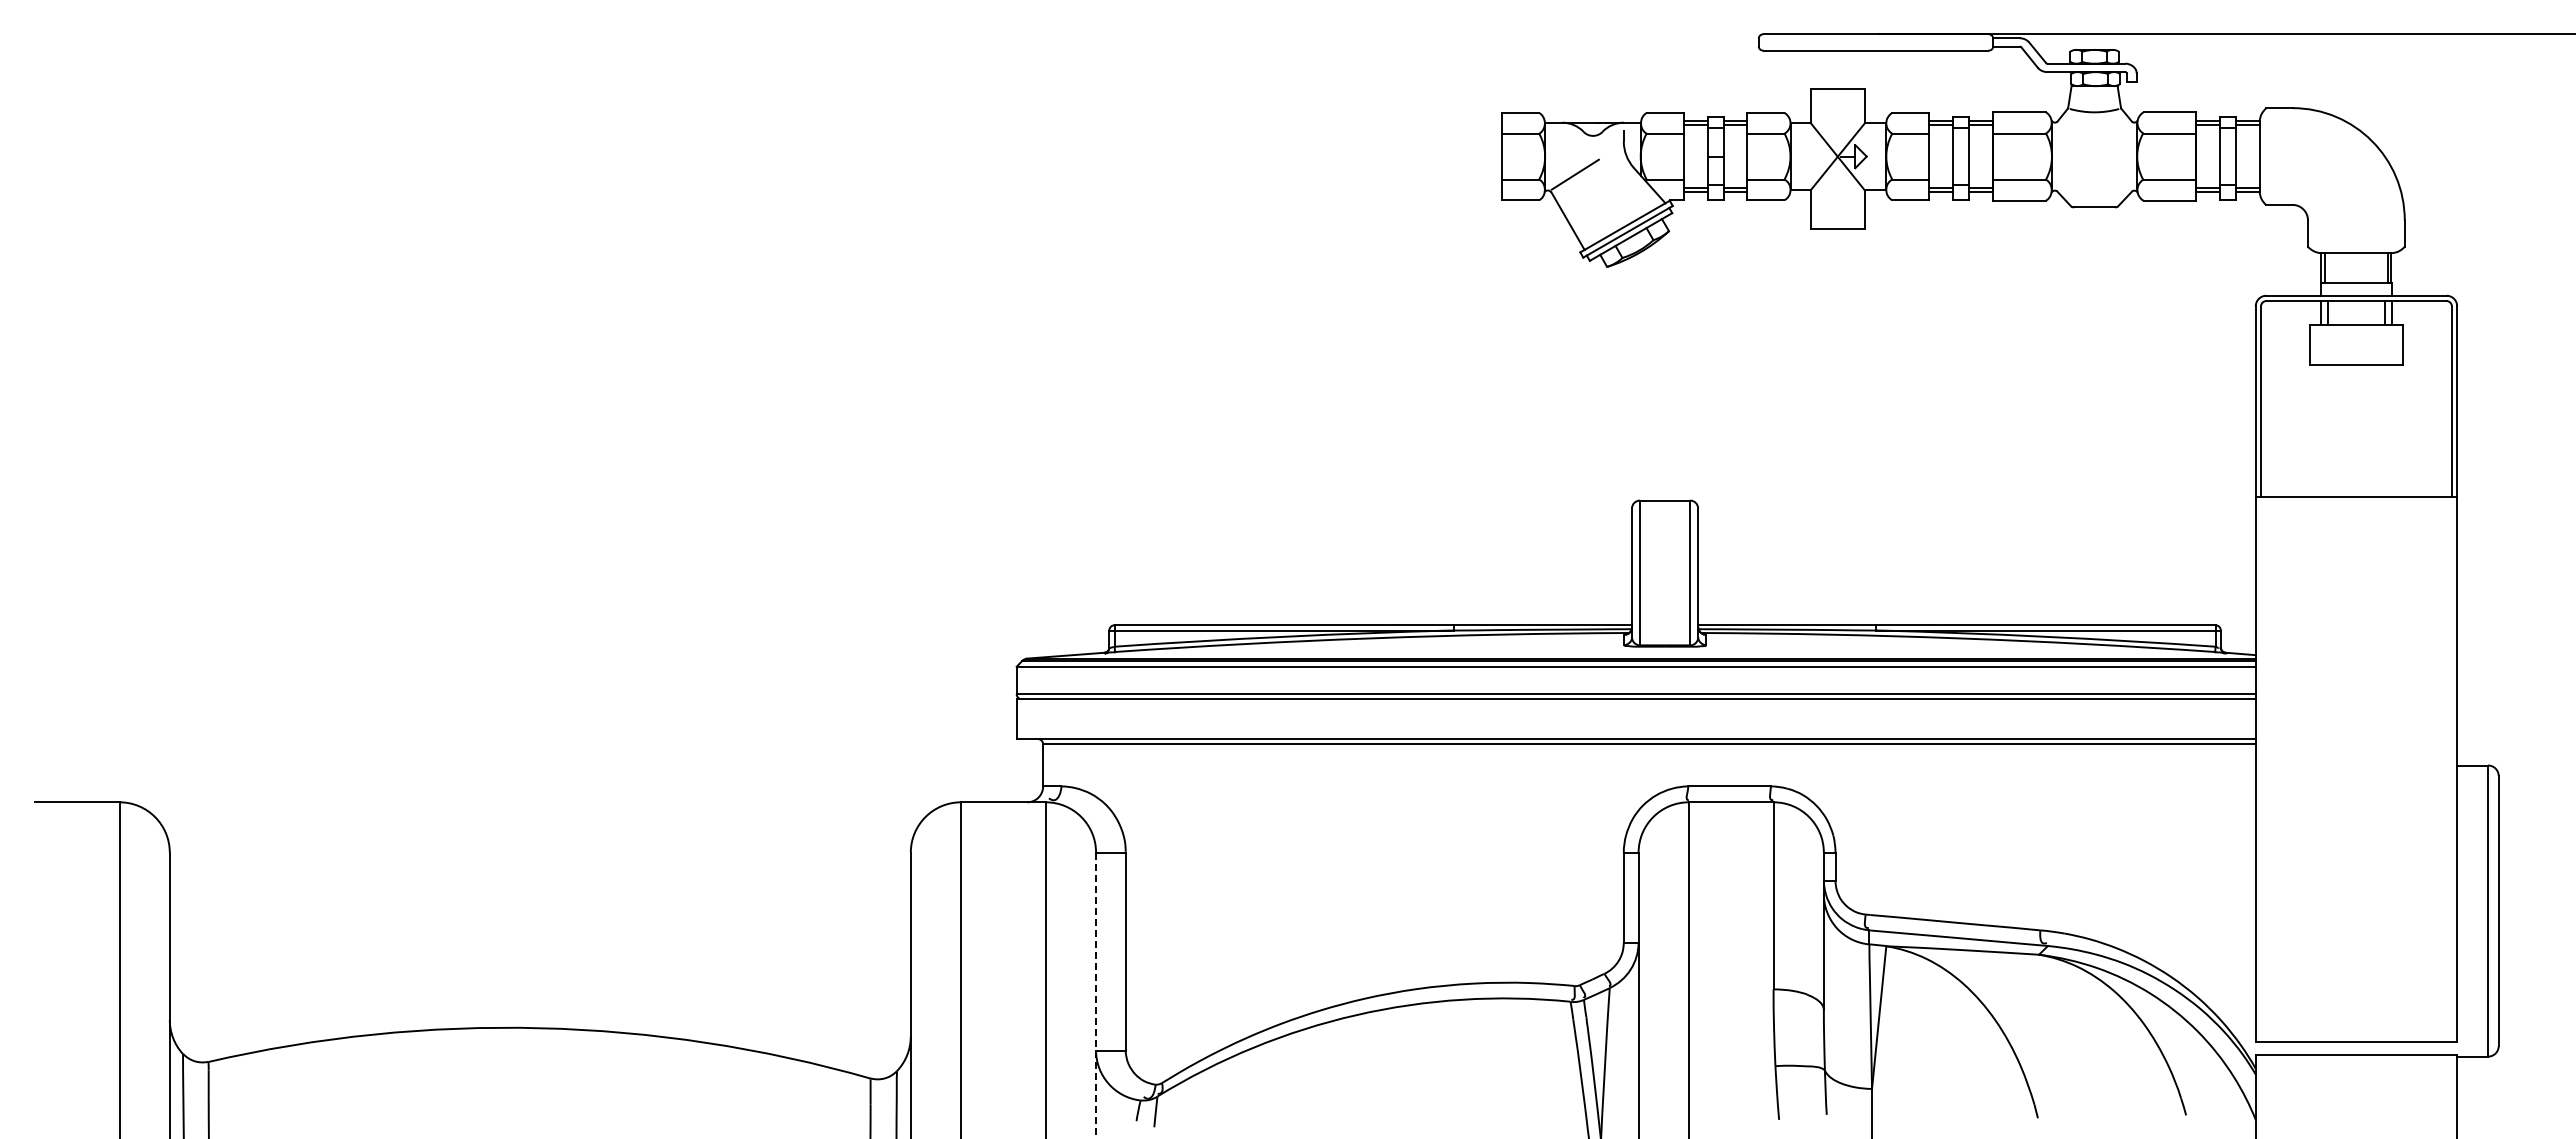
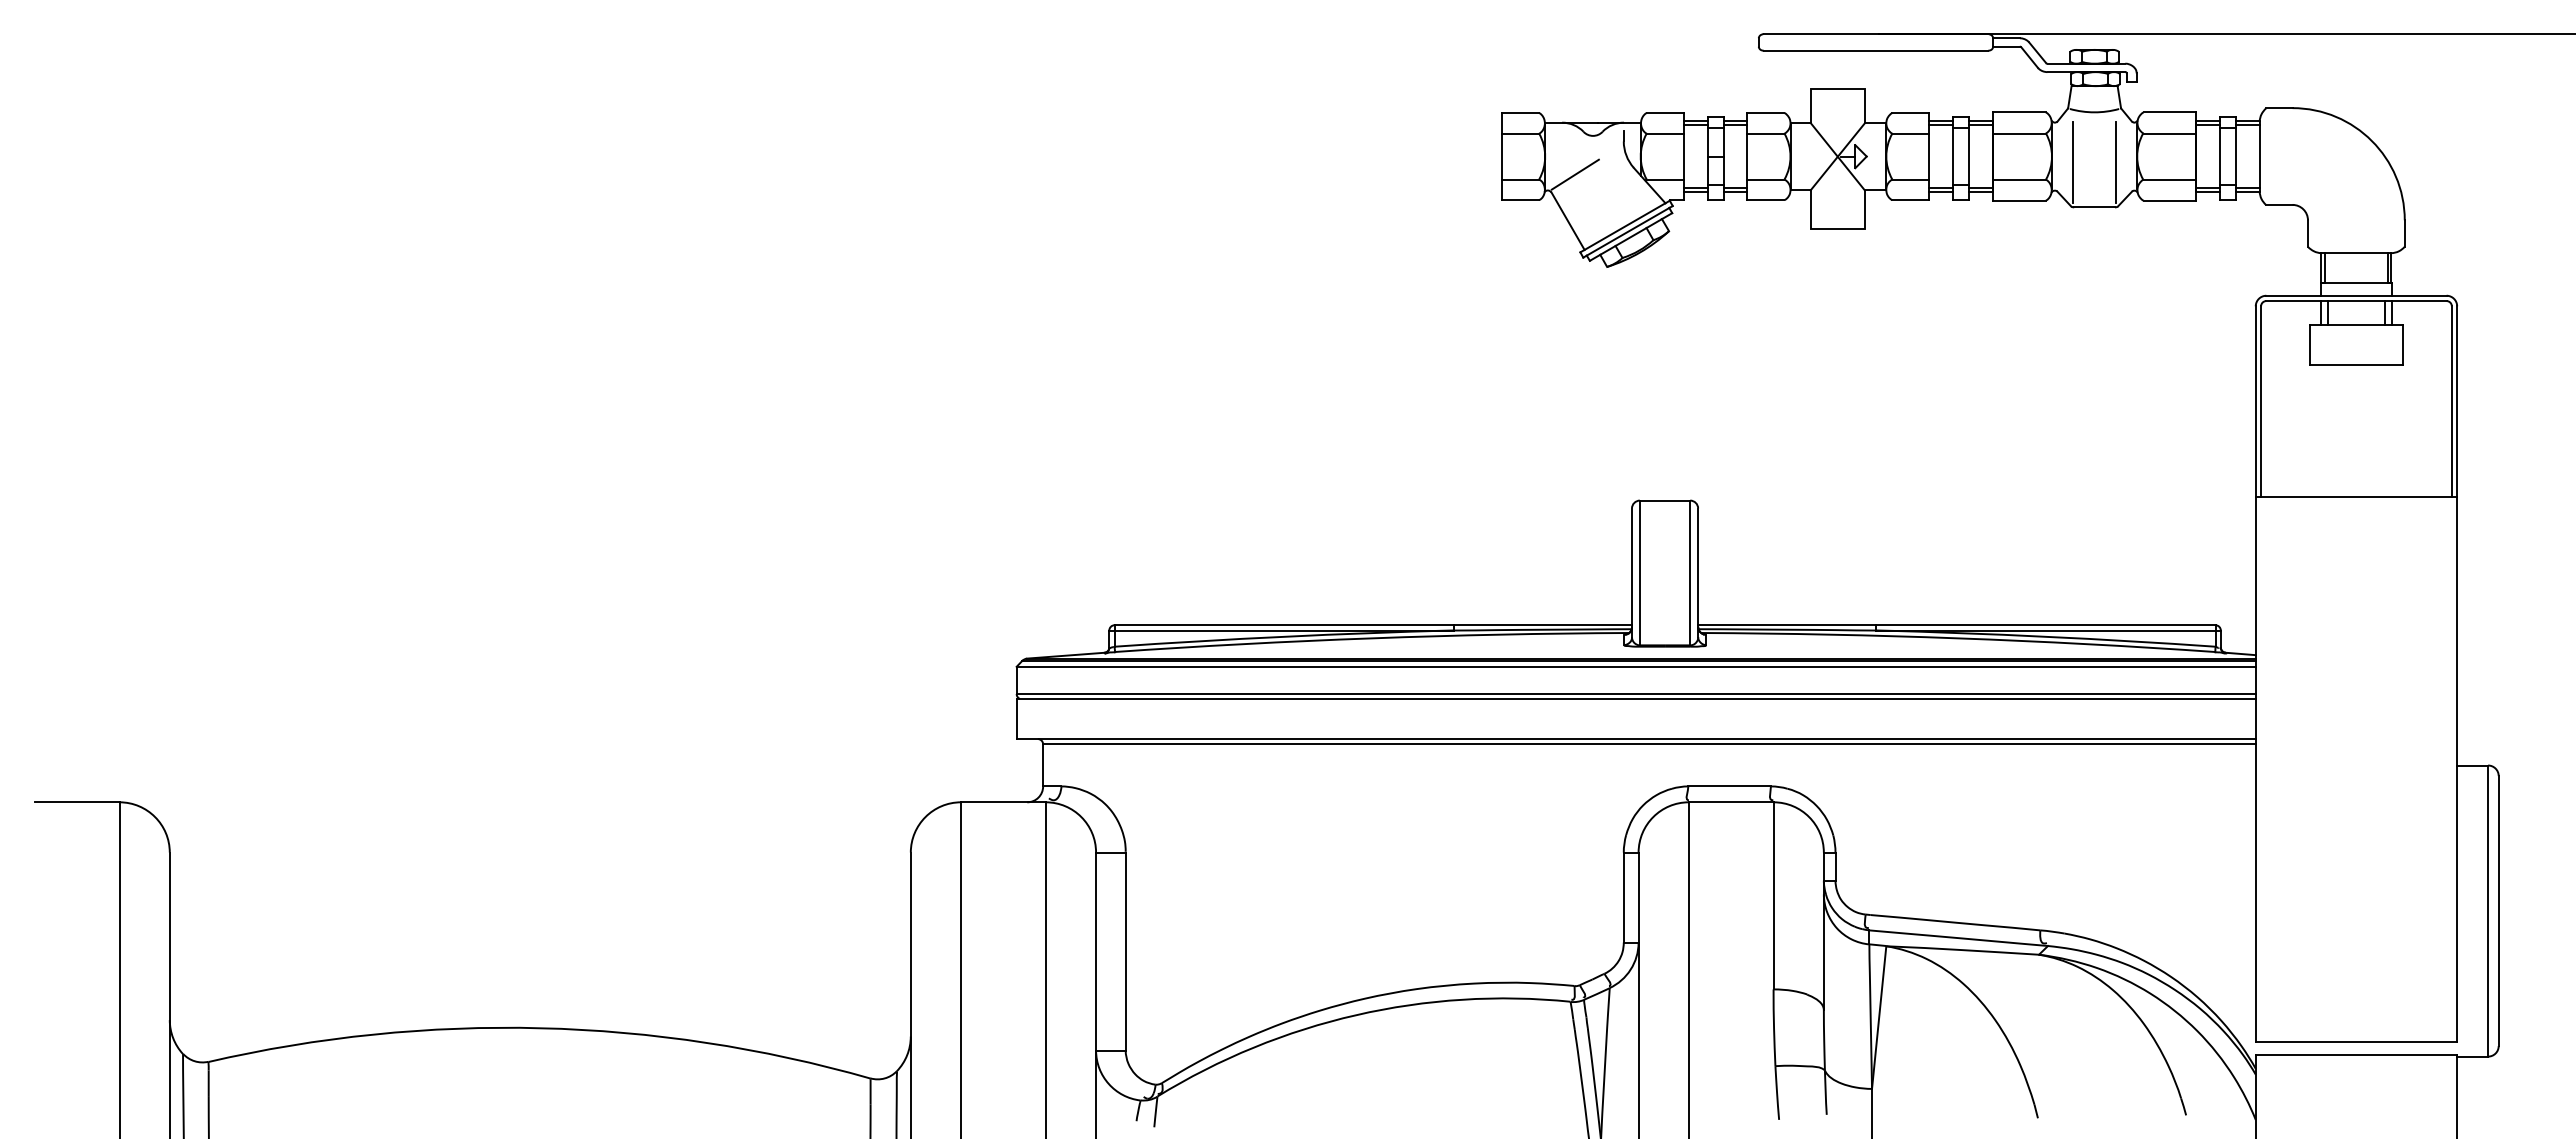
line at (2072, 161): none -> present
line at (2116, 161): none -> present
line at (1096, 995): dashed -> solid
